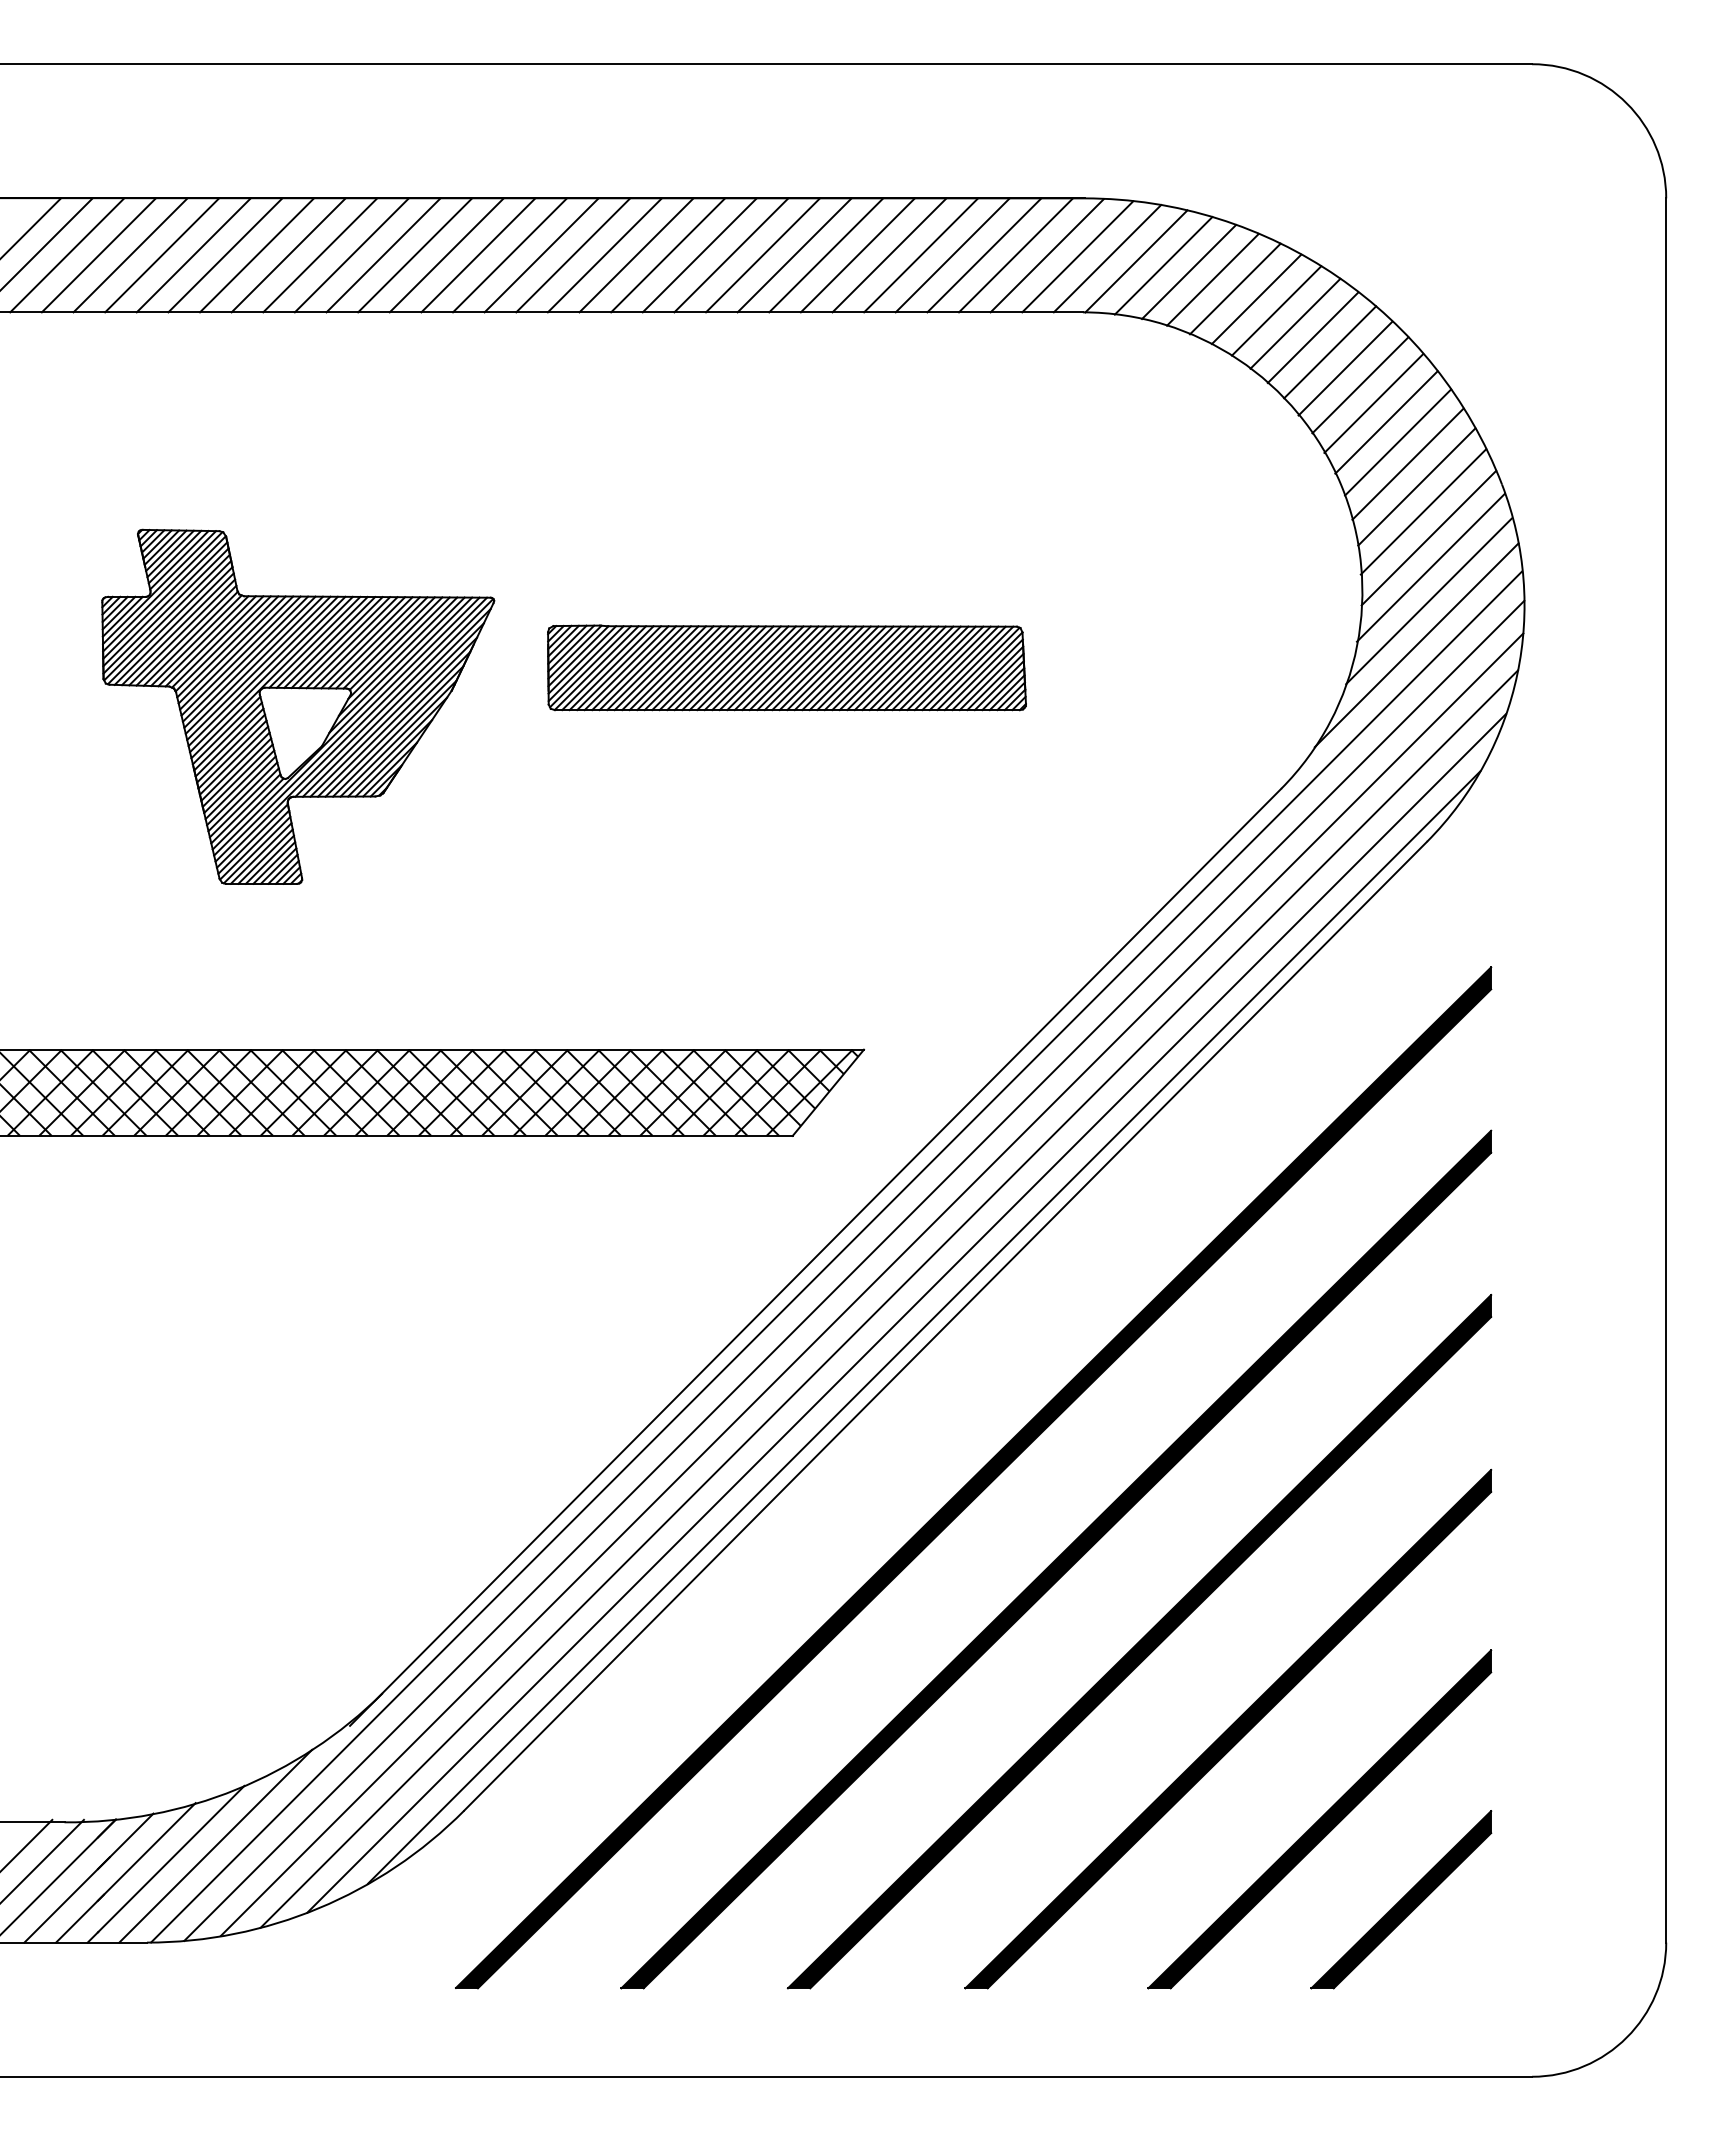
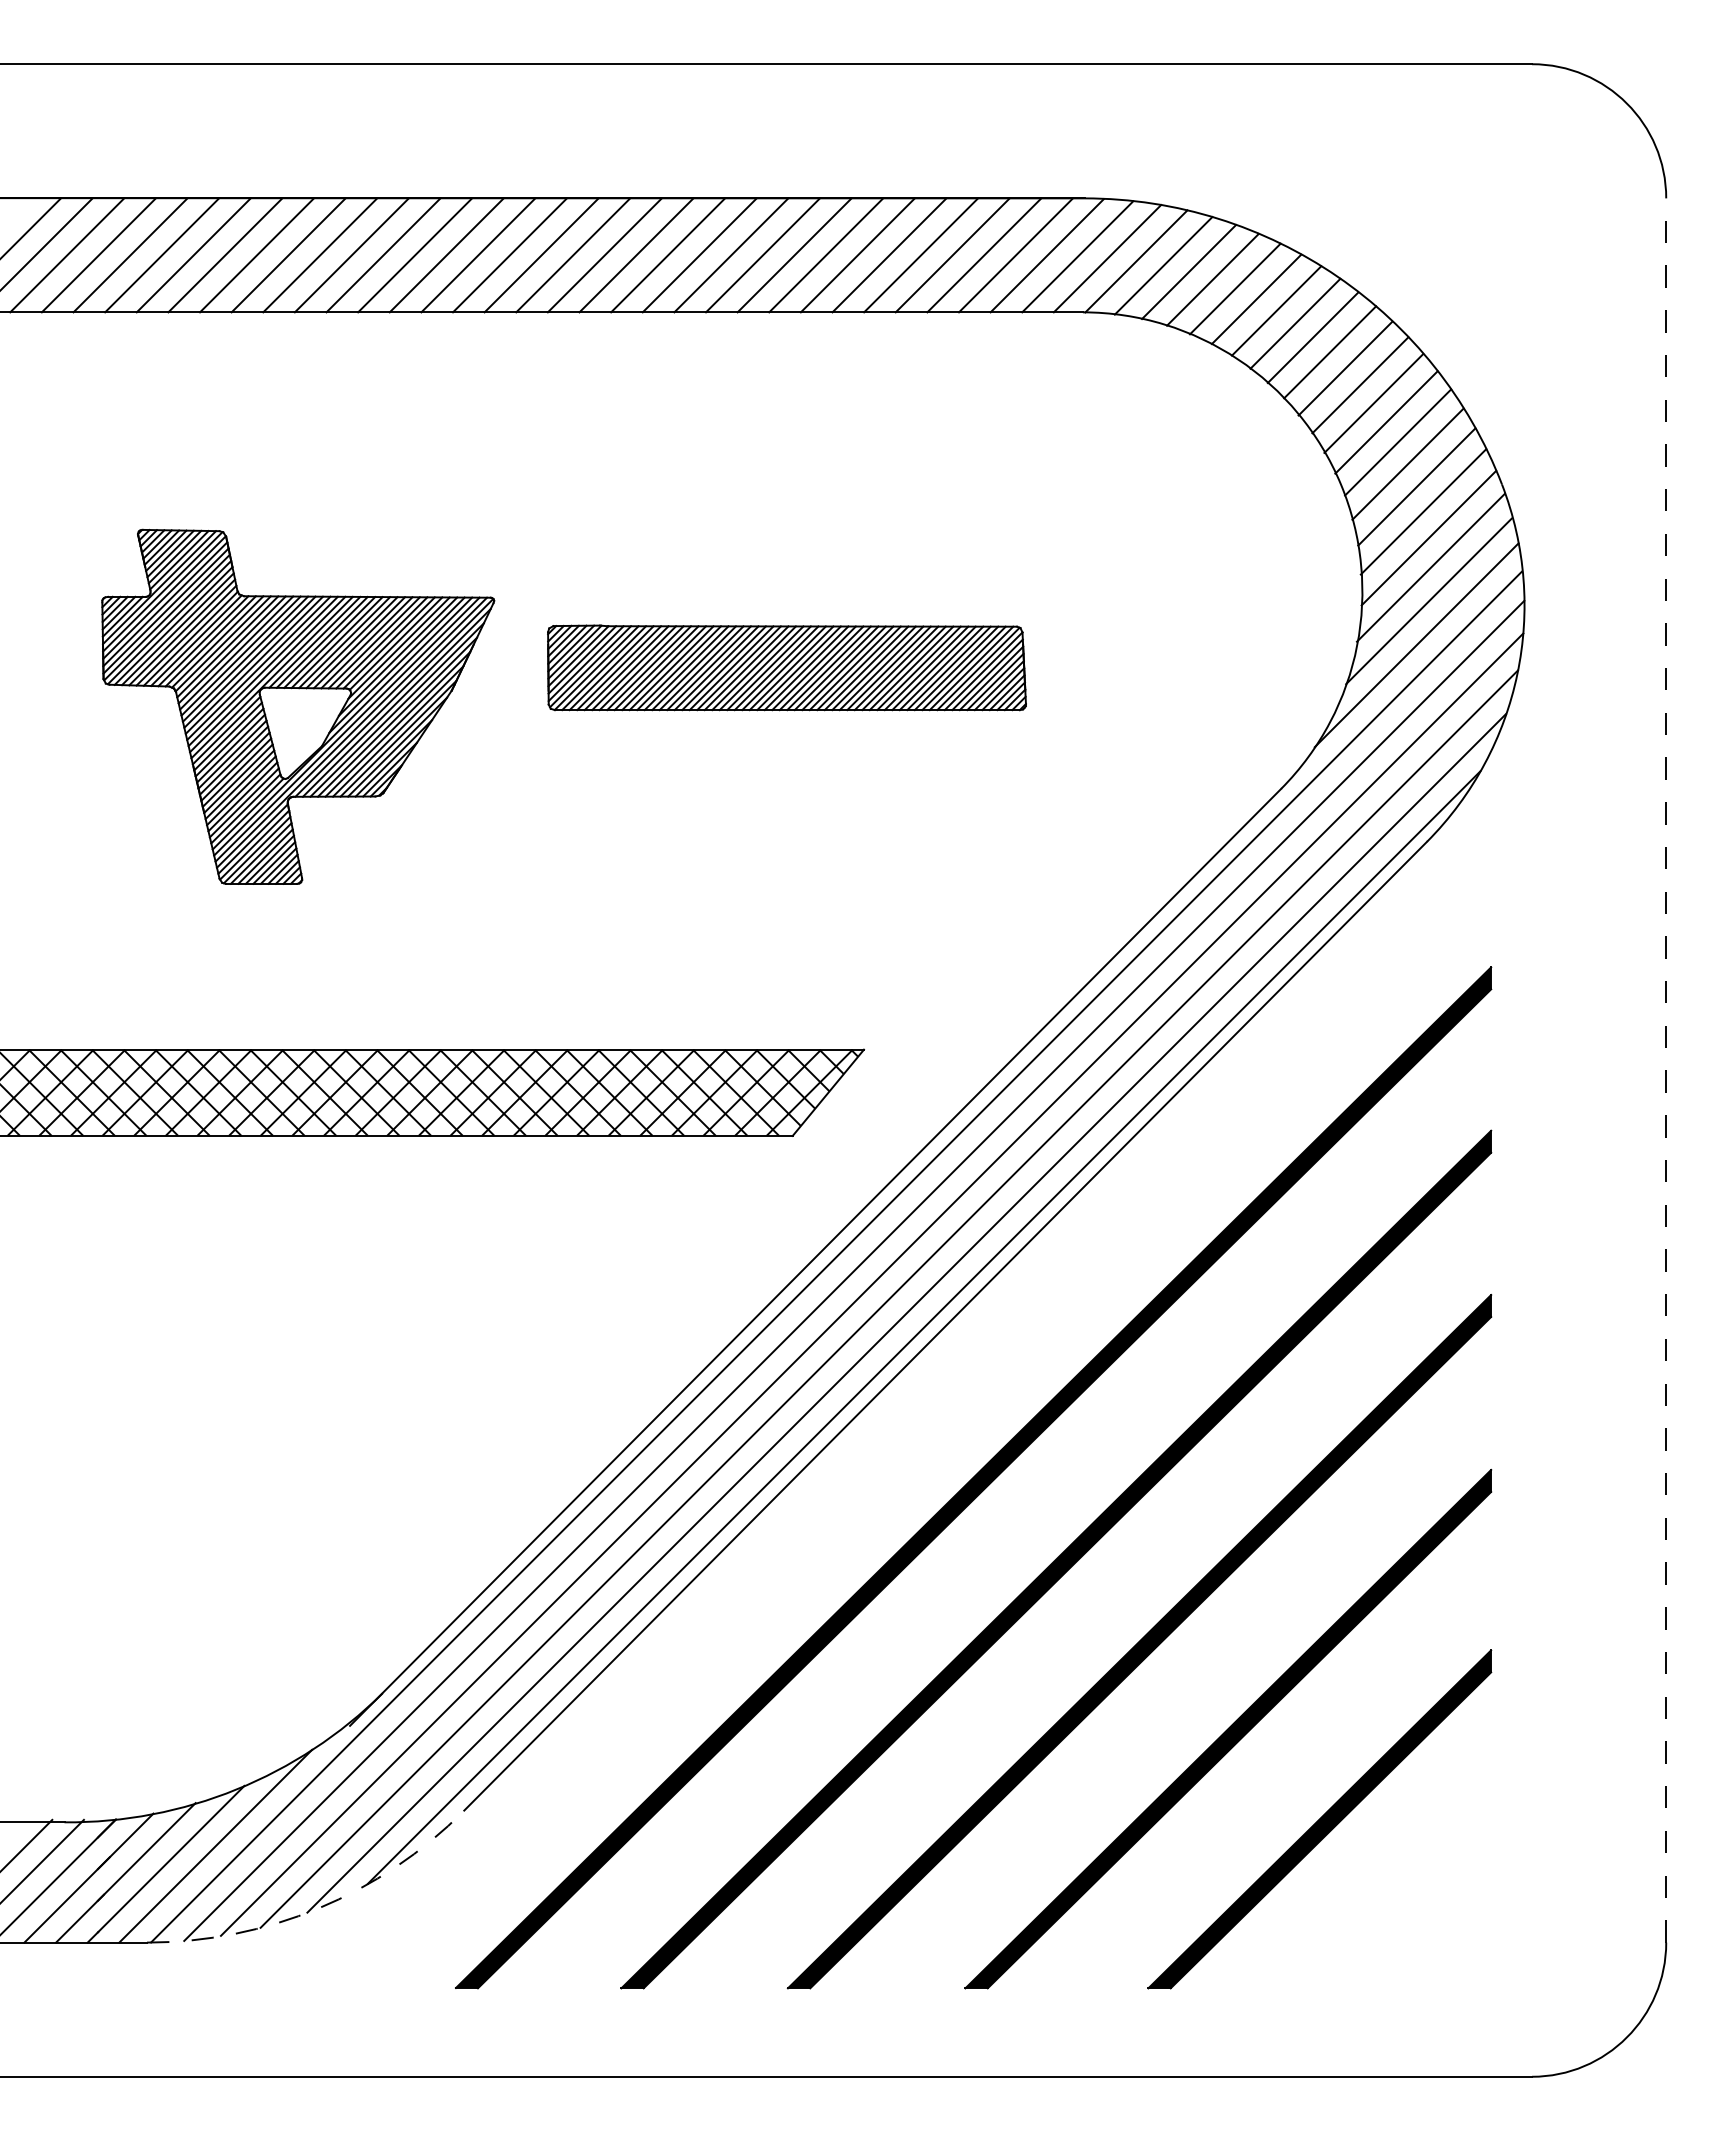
line at (1666, 1070): solid -> dashed
part at (1401, 1899): present -> none
arc at (318, 1908): solid -> dashed
